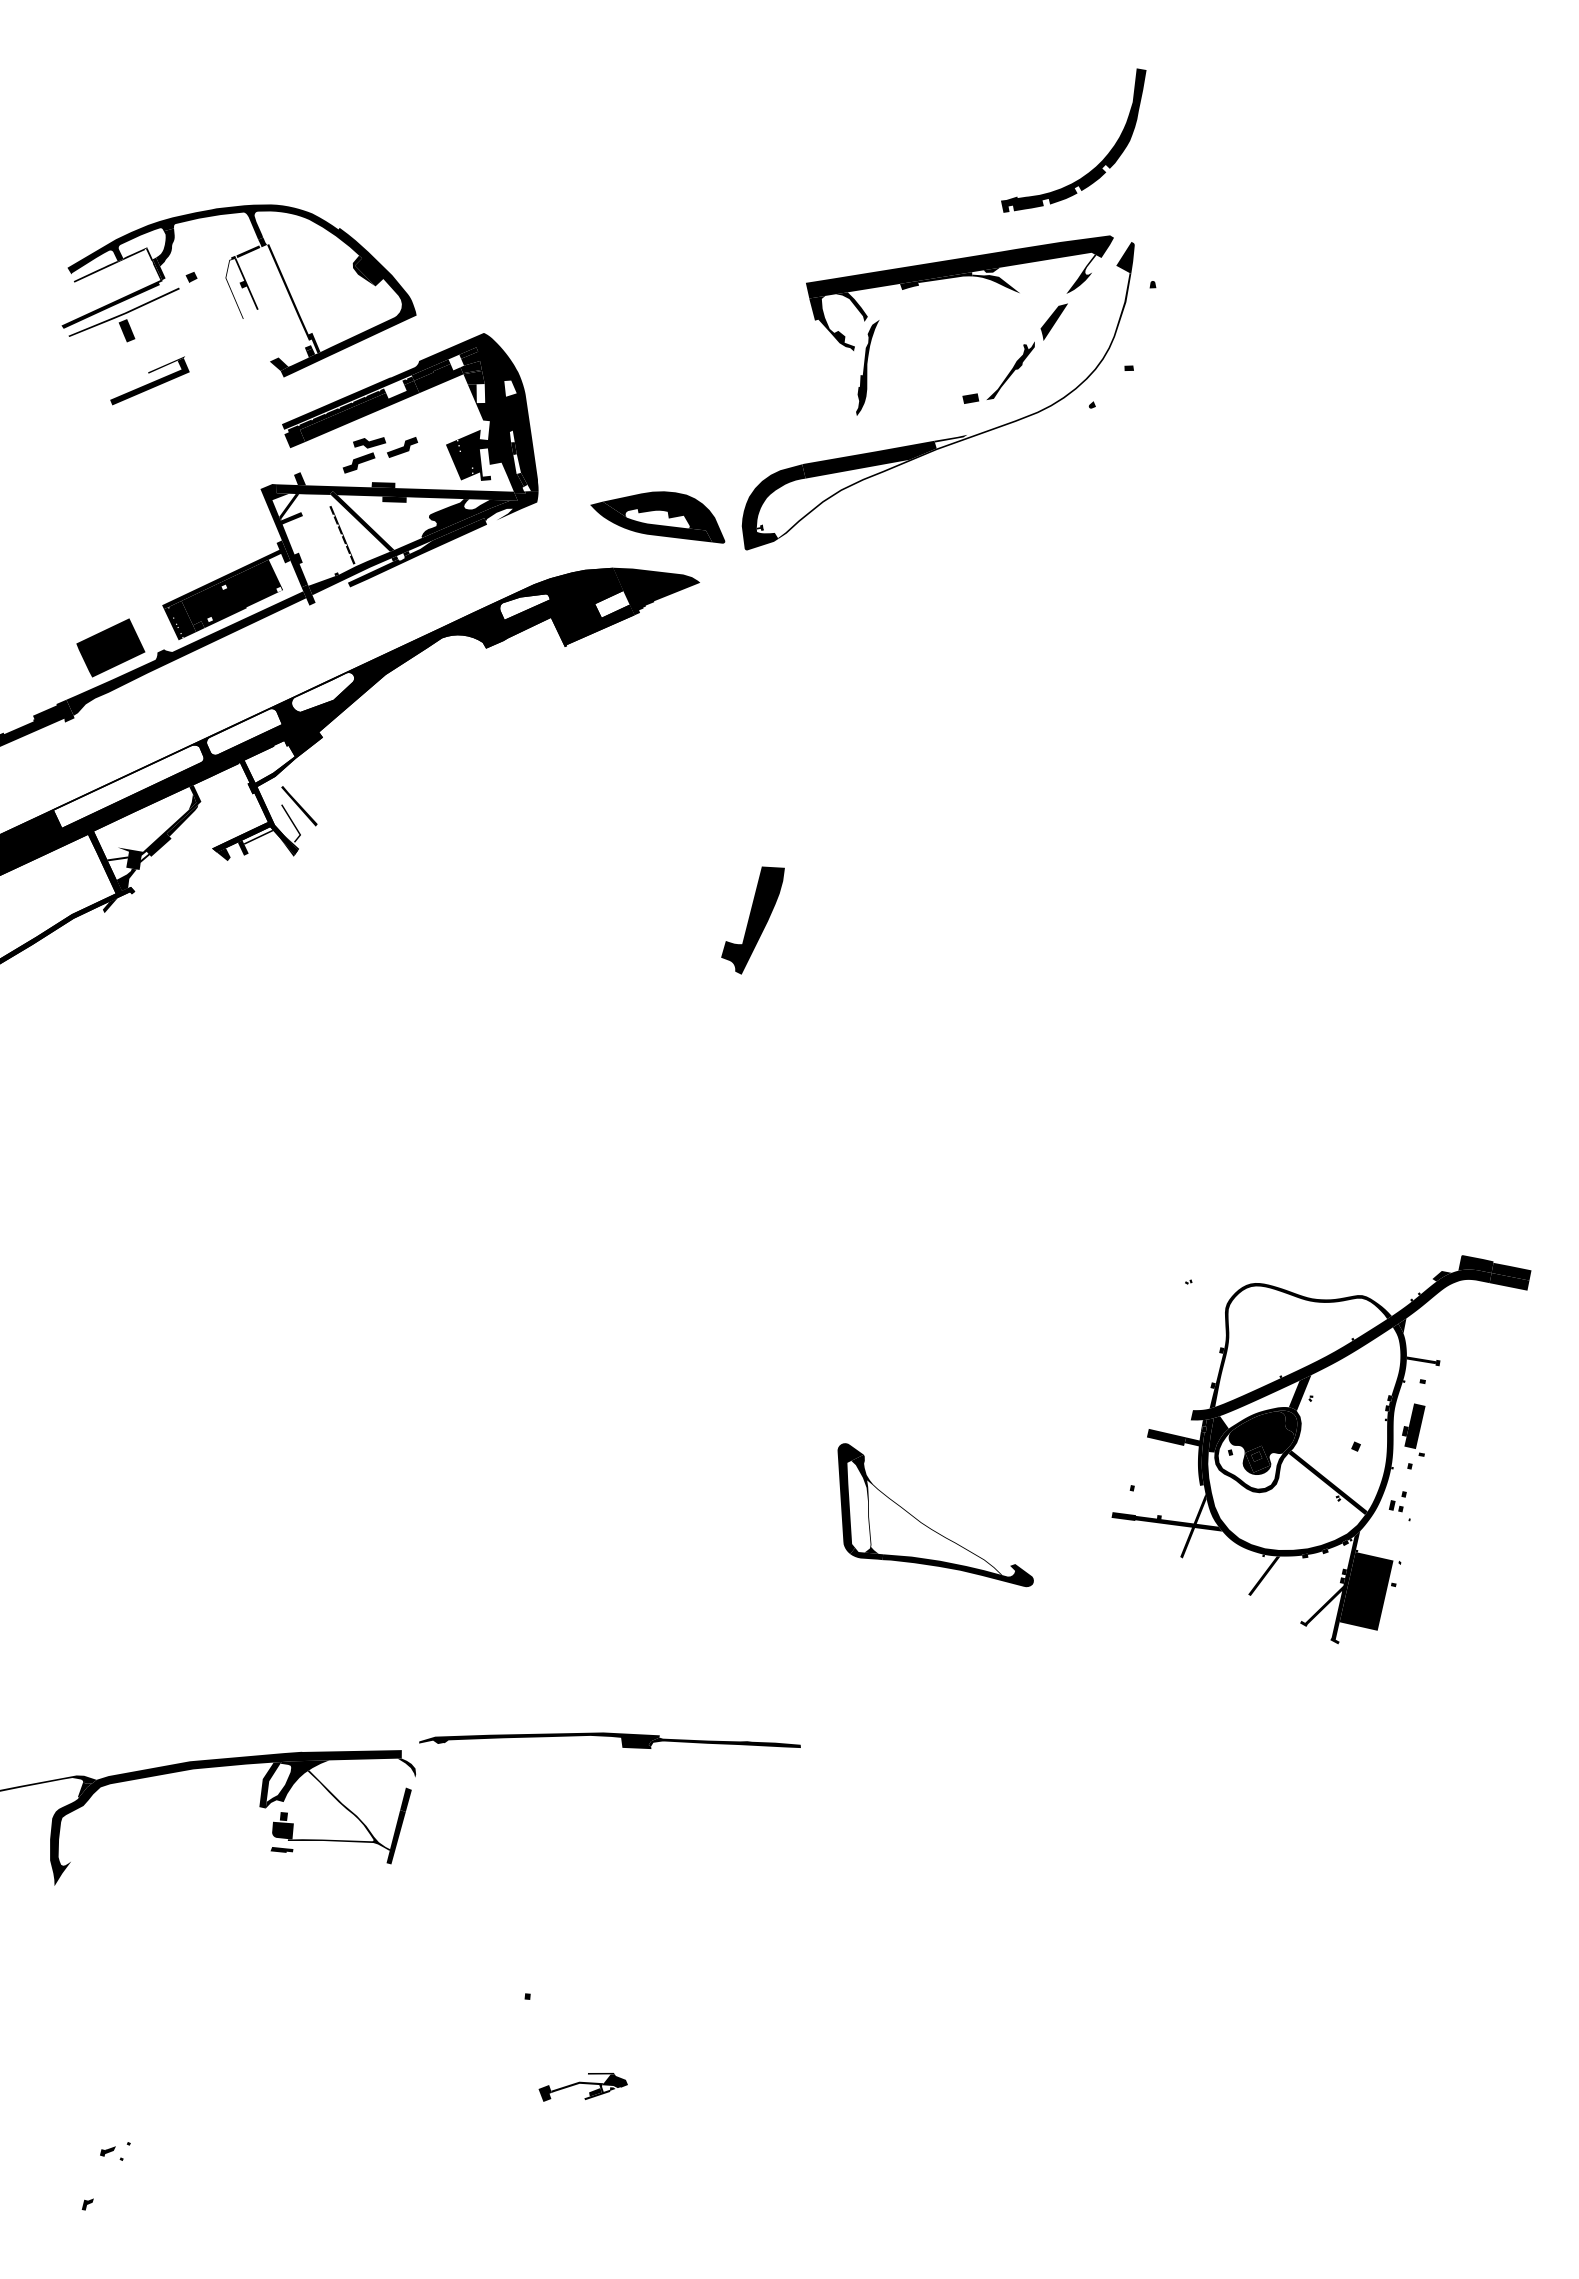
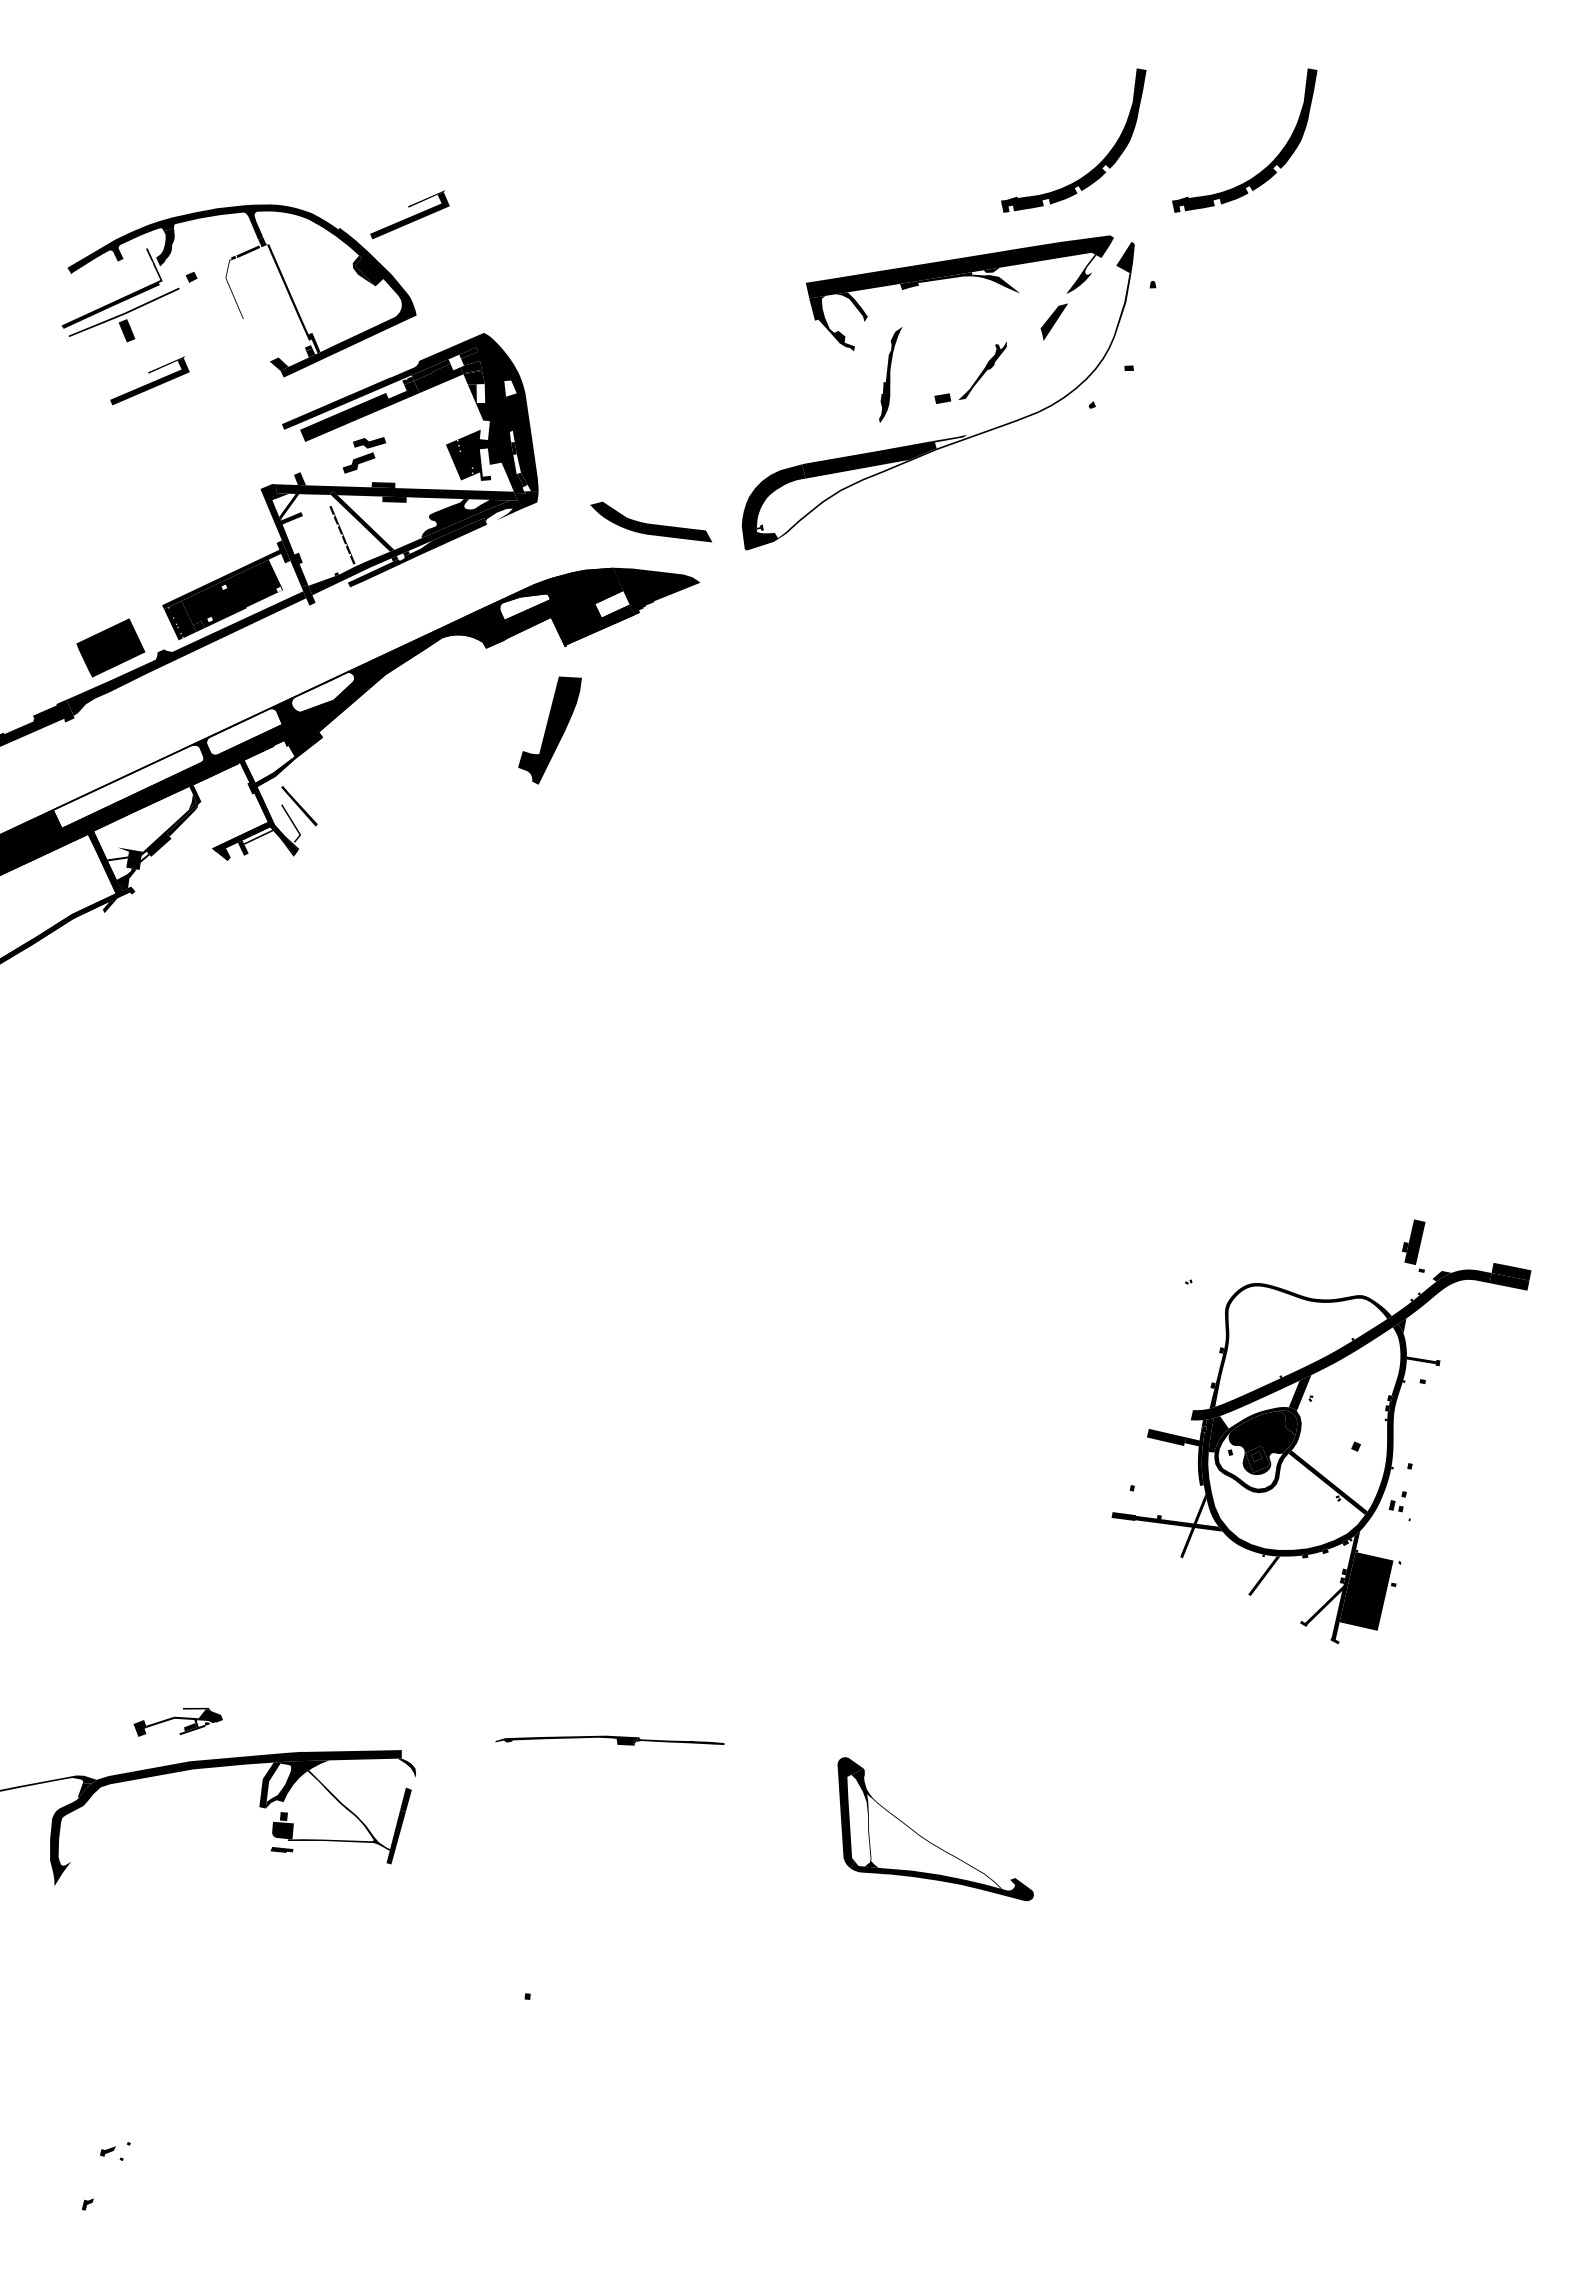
part at (1266, 166): none -> present
part at (409, 214): none -> present
fill at (110, 264): present -> none
fill at (158, 268): present -> none
fill at (246, 284): present -> none
part at (867, 367) position: (867, 367) -> (890, 374)
part at (1005, 377) position: (1005, 377) -> (977, 377)
fill at (335, 418): present -> none
part at (402, 447): present -> none
fill at (663, 517): present -> none
part at (752, 920) position: (752, 920) -> (549, 730)
fill at (1475, 1264): present -> none
part at (1413, 1429) position: (1413, 1429) -> (1413, 1245)
part at (928, 1526) position: (928, 1526) -> (928, 1840)
part at (609, 1740) size: 382x17 px -> 230x11 px
part at (582, 2087) position: (582, 2087) -> (177, 1722)
